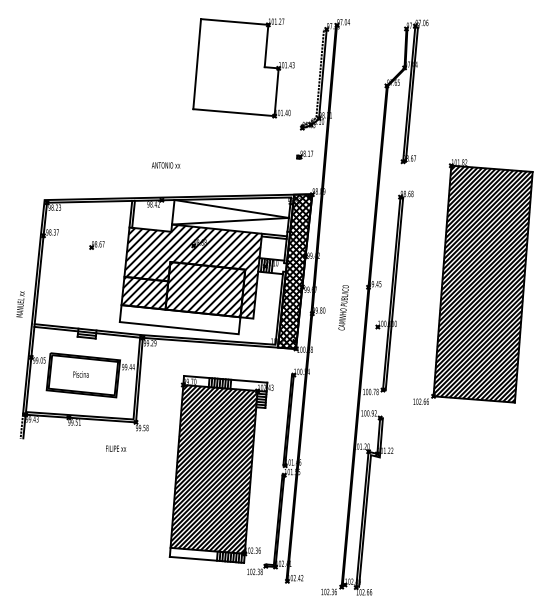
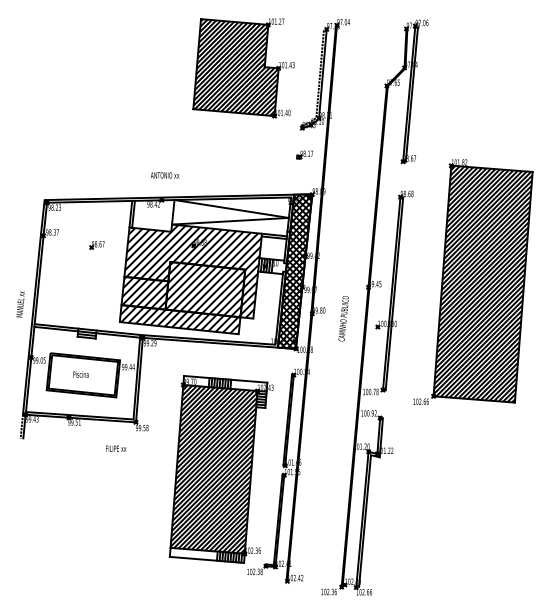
hatch at (235, 67): none -> present
text at (165, 165) position: (165, 165) -> (164, 175)
text at (343, 307) position: (343, 307) -> (343, 318)
hatch at (179, 319): none -> present
